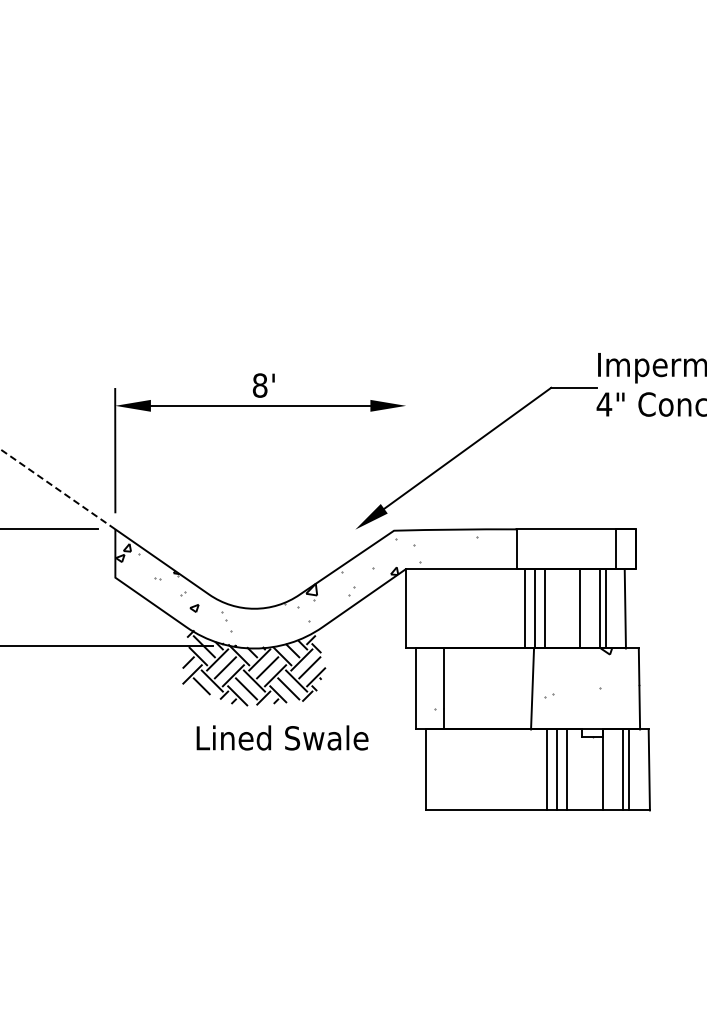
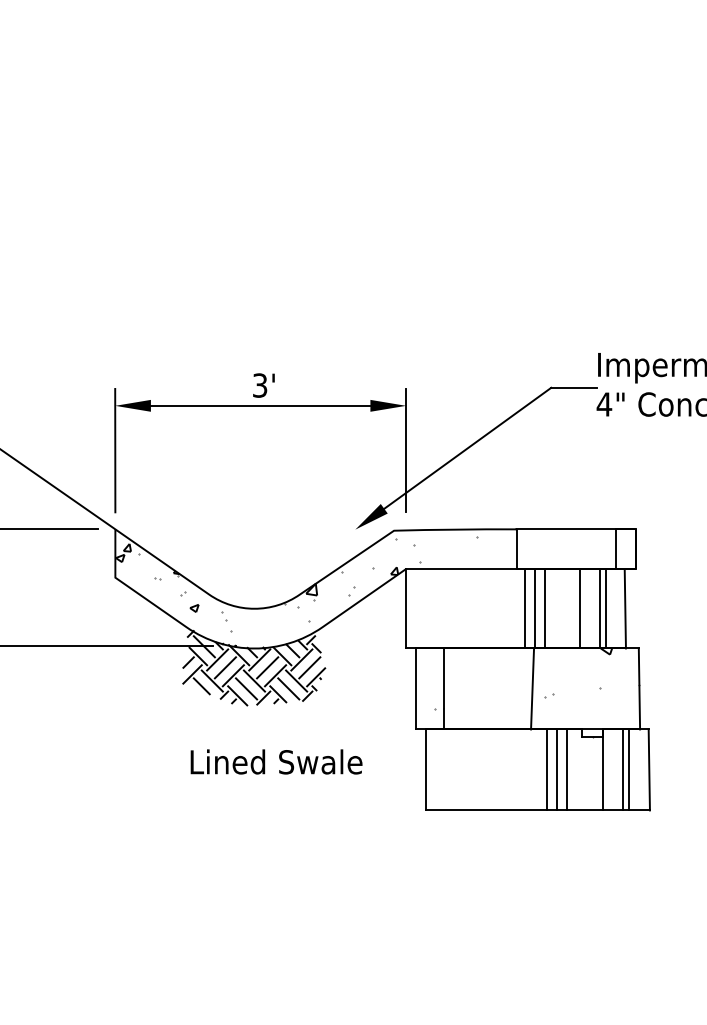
text at (259, 385): 8' -> 3'
line at (406, 450): none -> present
line at (57, 489): dashed -> solid
text at (282, 737) position: (282, 737) -> (276, 761)
